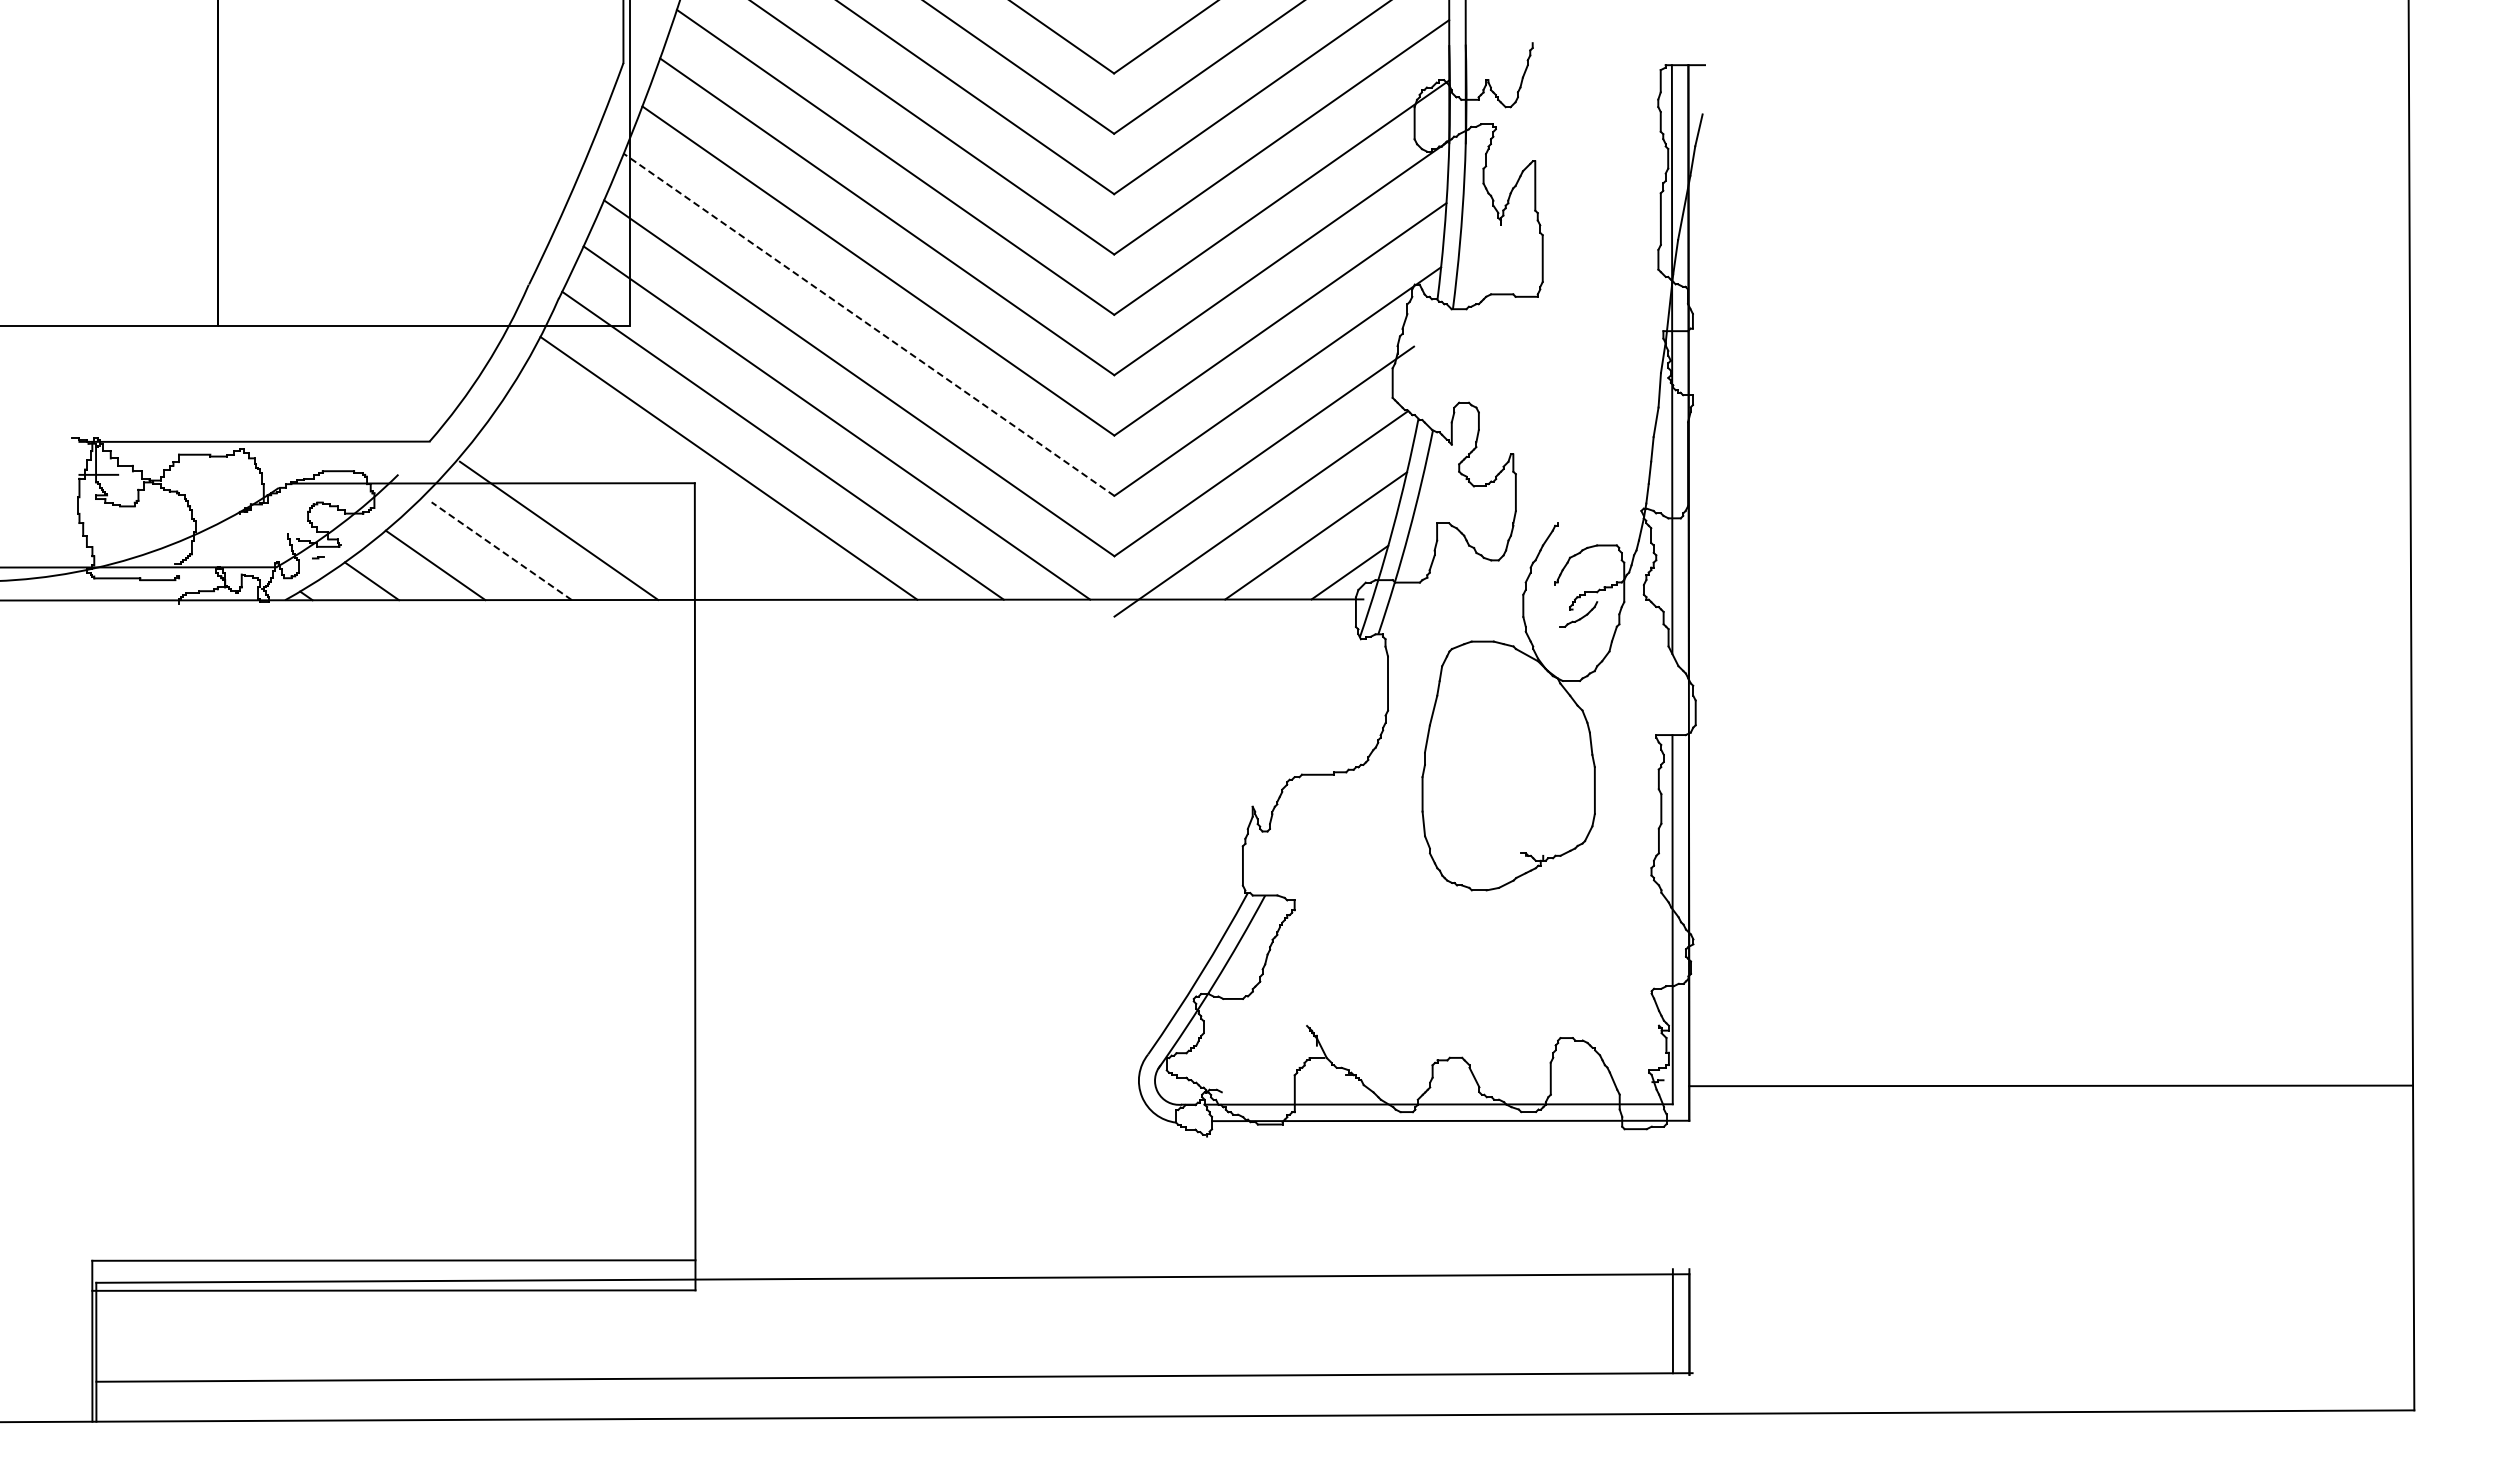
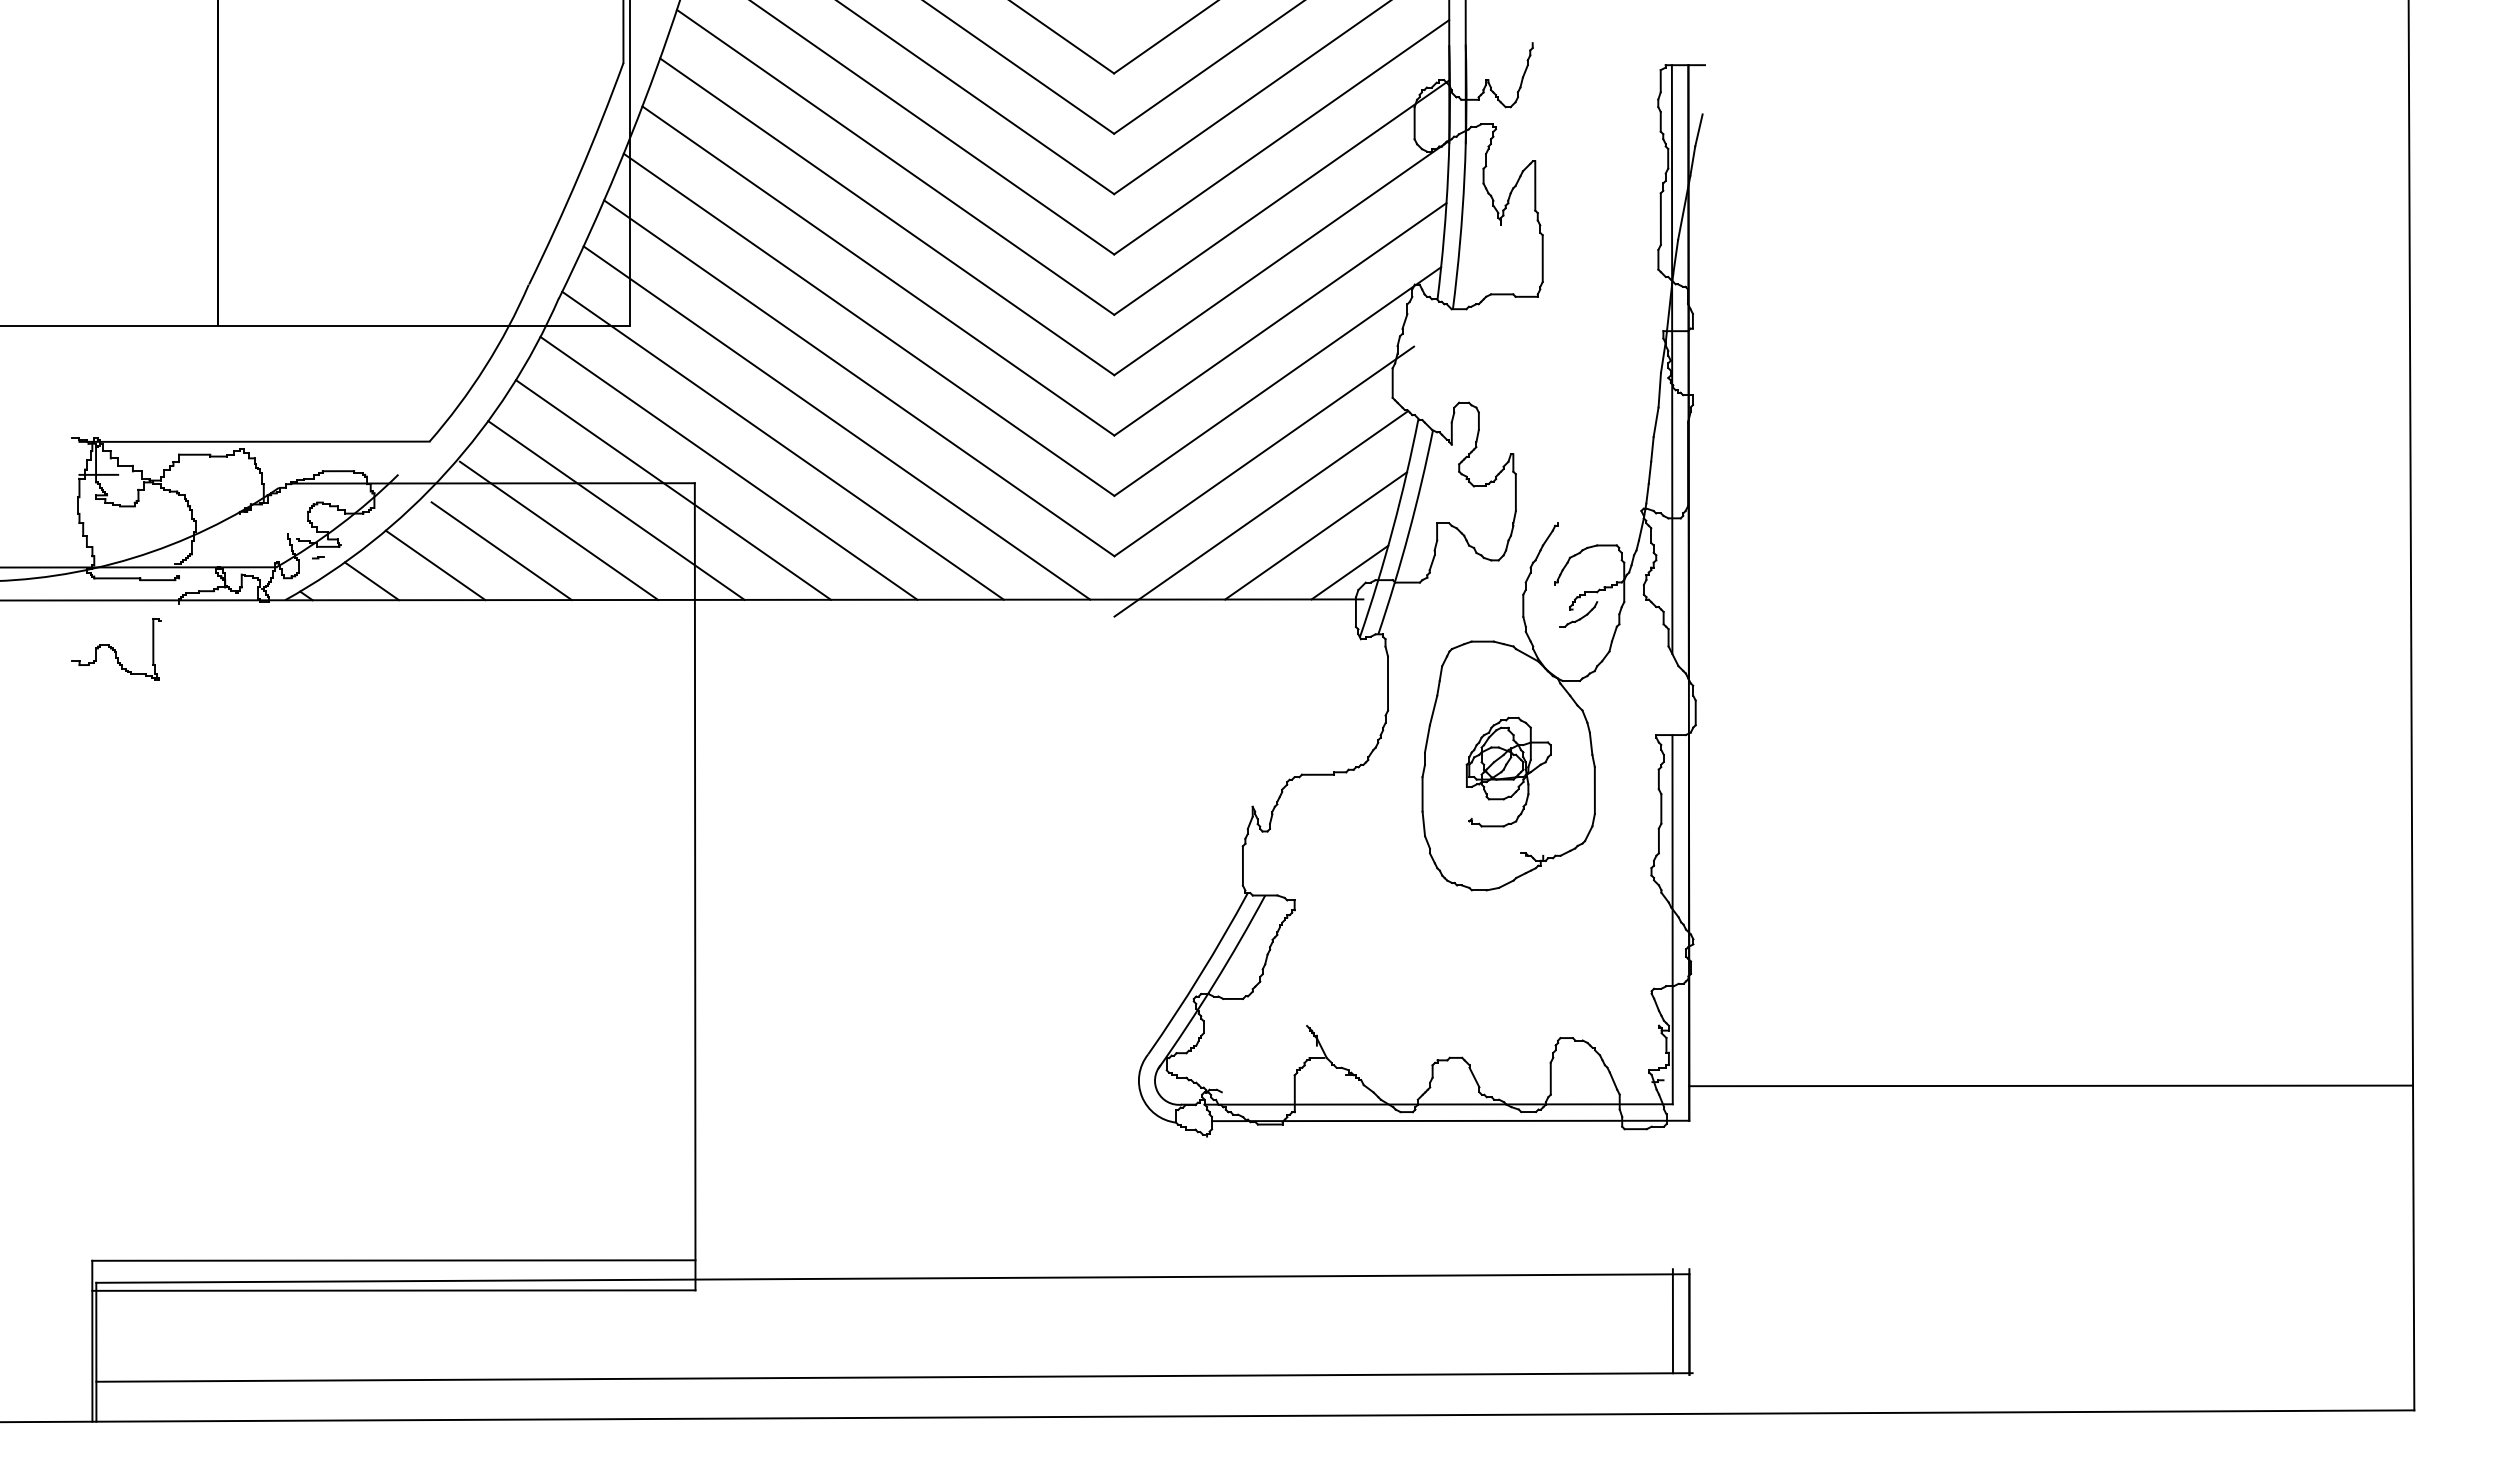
line at (868, 324): dashed -> solid
line at (673, 489): none -> present
line at (616, 510): none -> present
line at (501, 550): dashed -> solid
part at (116, 649): none -> present
part at (1508, 771): none -> present
